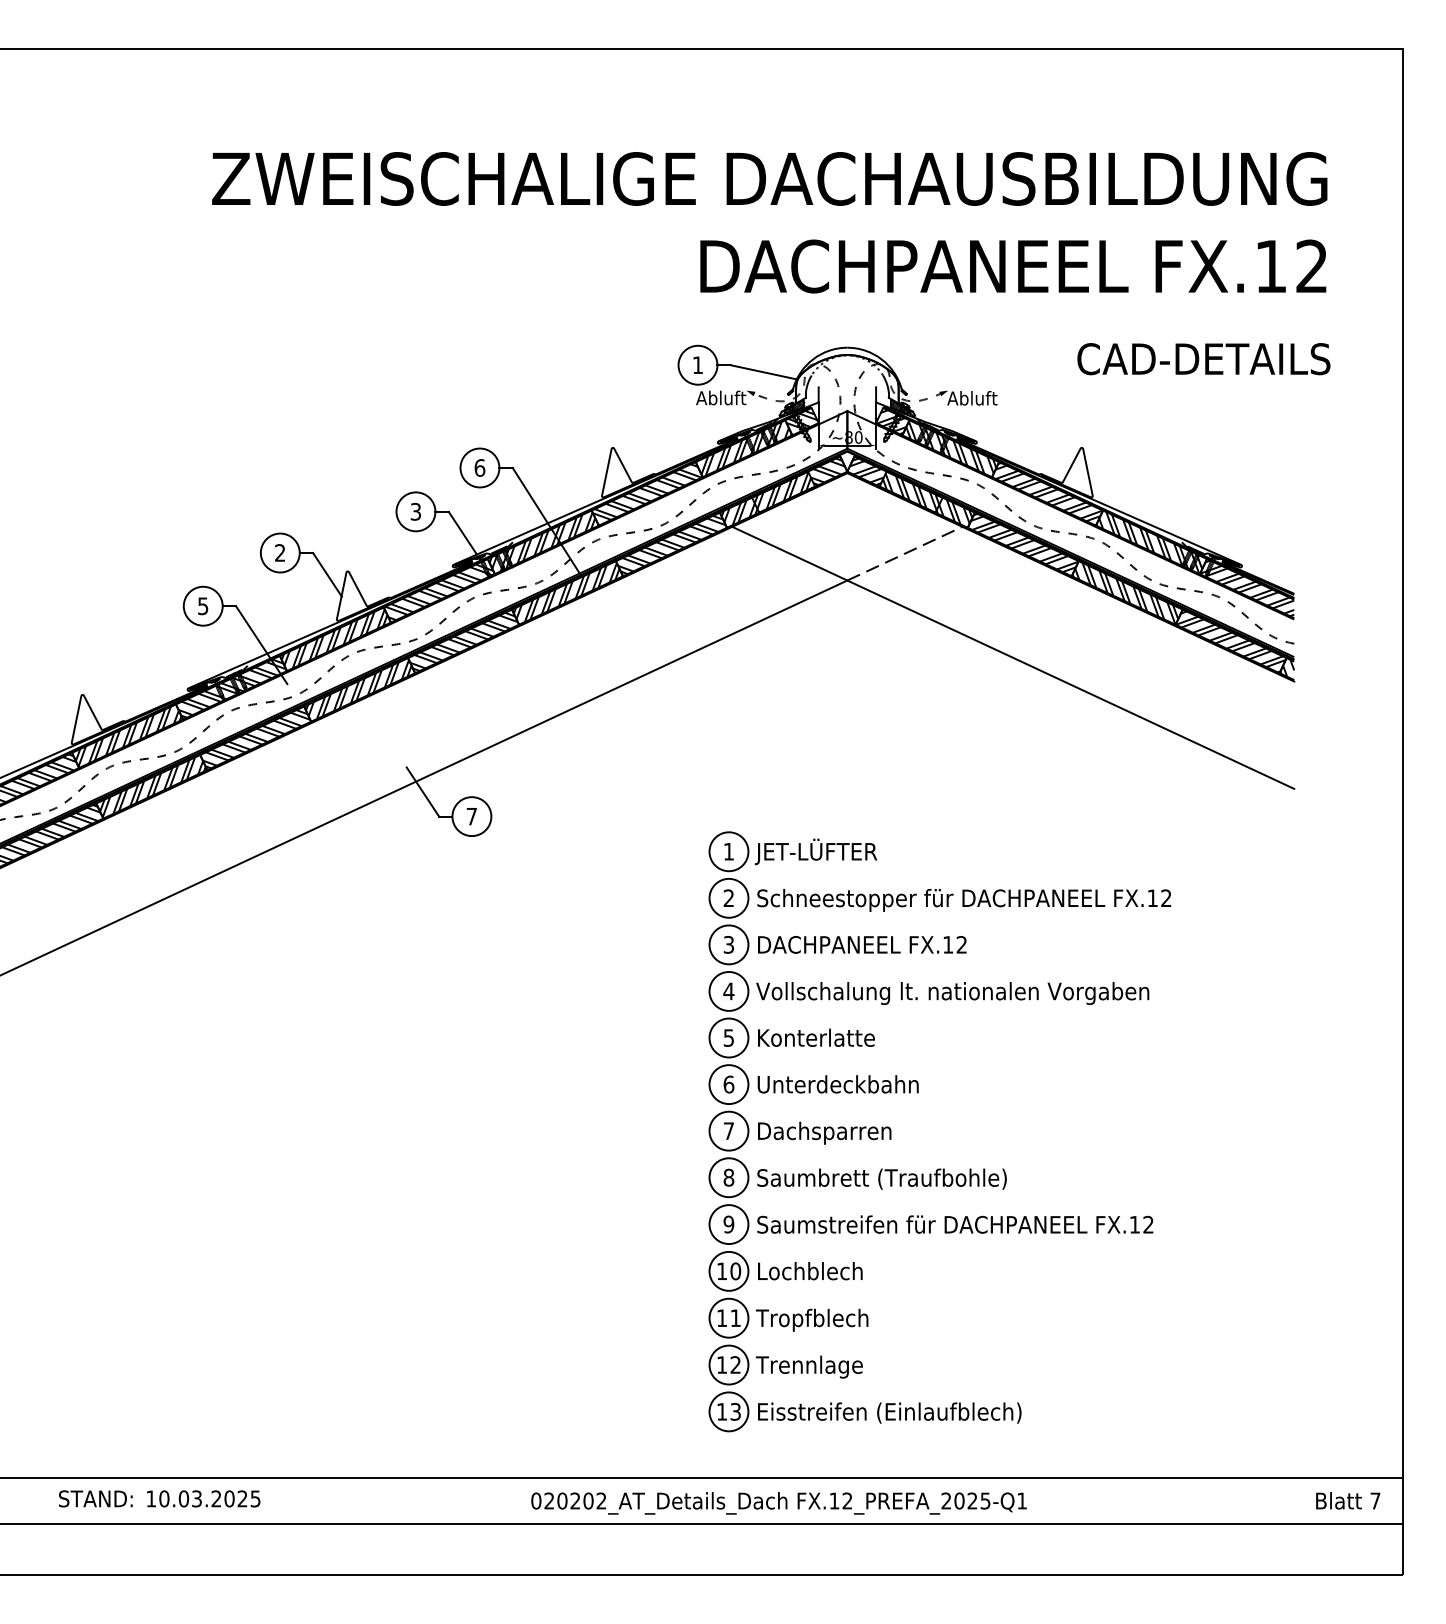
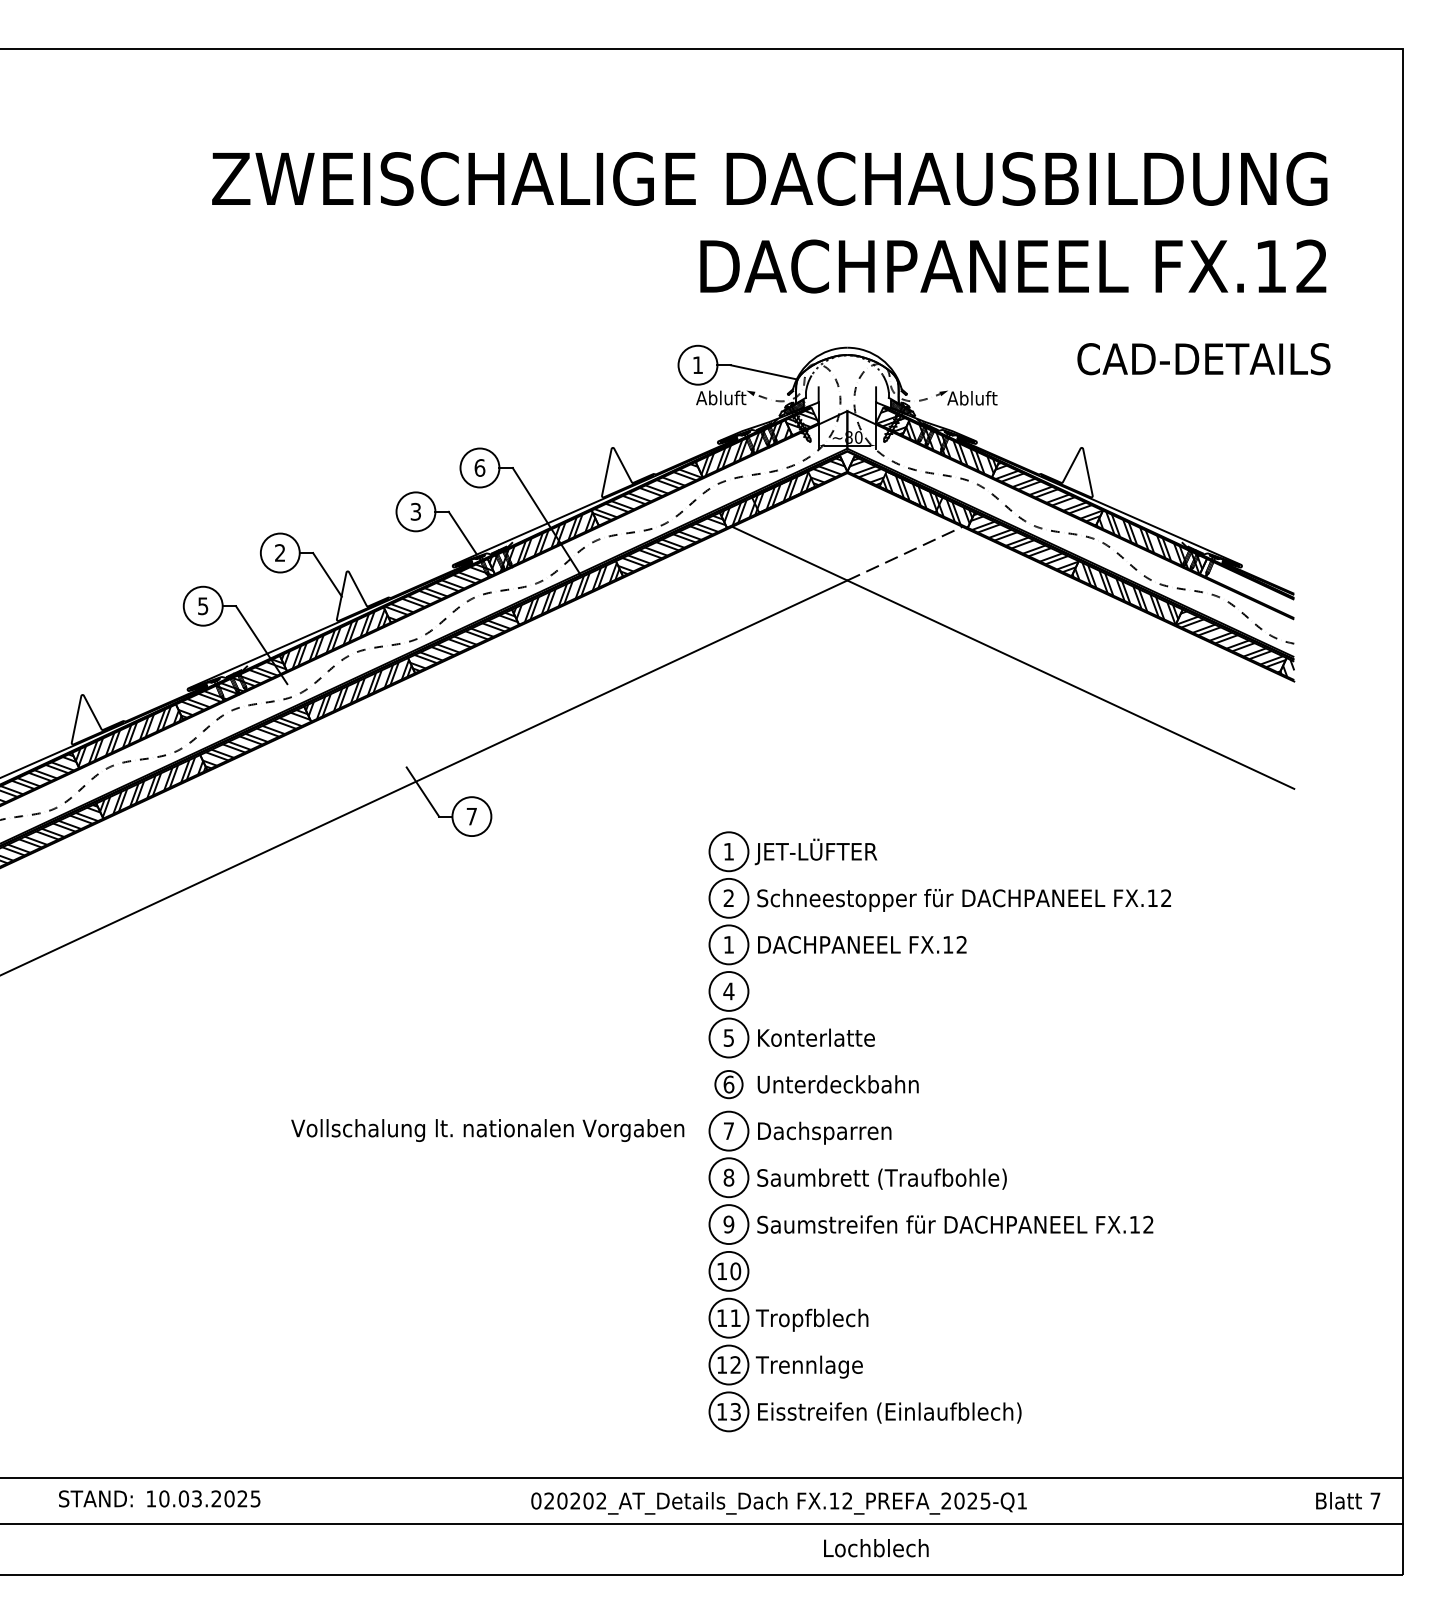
hatch at (1247, 588): present -> none
text at (728, 944): 3 -> 1
text at (952, 993) position: (952, 993) -> (487, 1130)
circle at (728, 1084) diameter: 39 px -> 27 px
text at (810, 1271) position: (810, 1271) -> (876, 1548)
